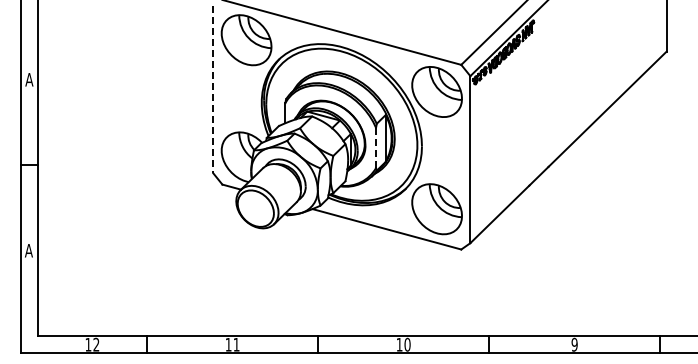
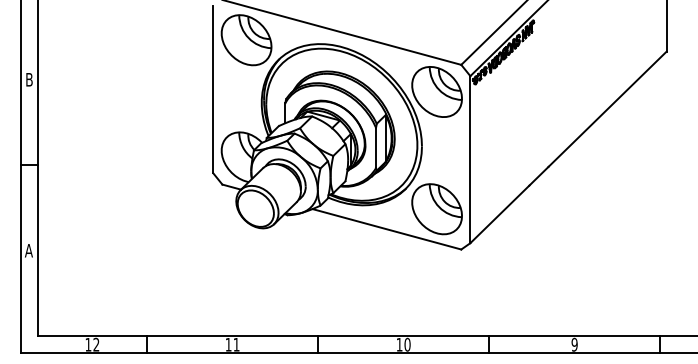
text at (29, 79): A -> B
line at (213, 89): dashed -> solid
line at (376, 148): dashed -> solid
